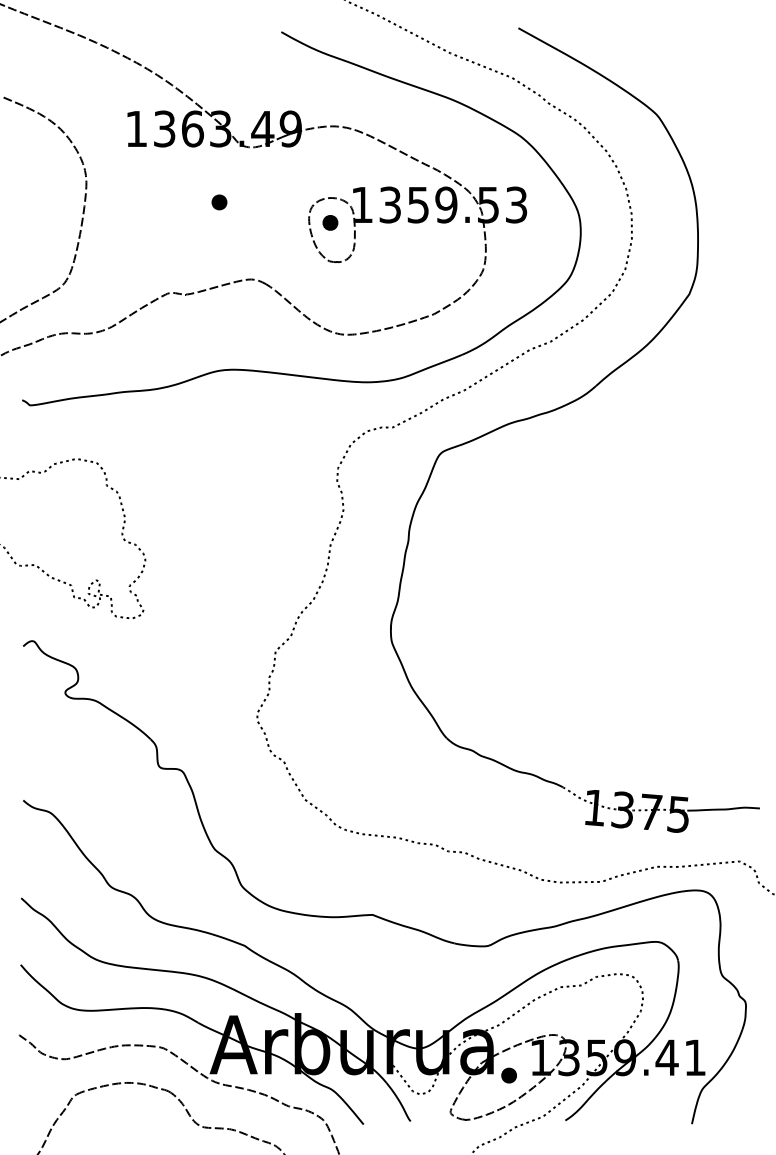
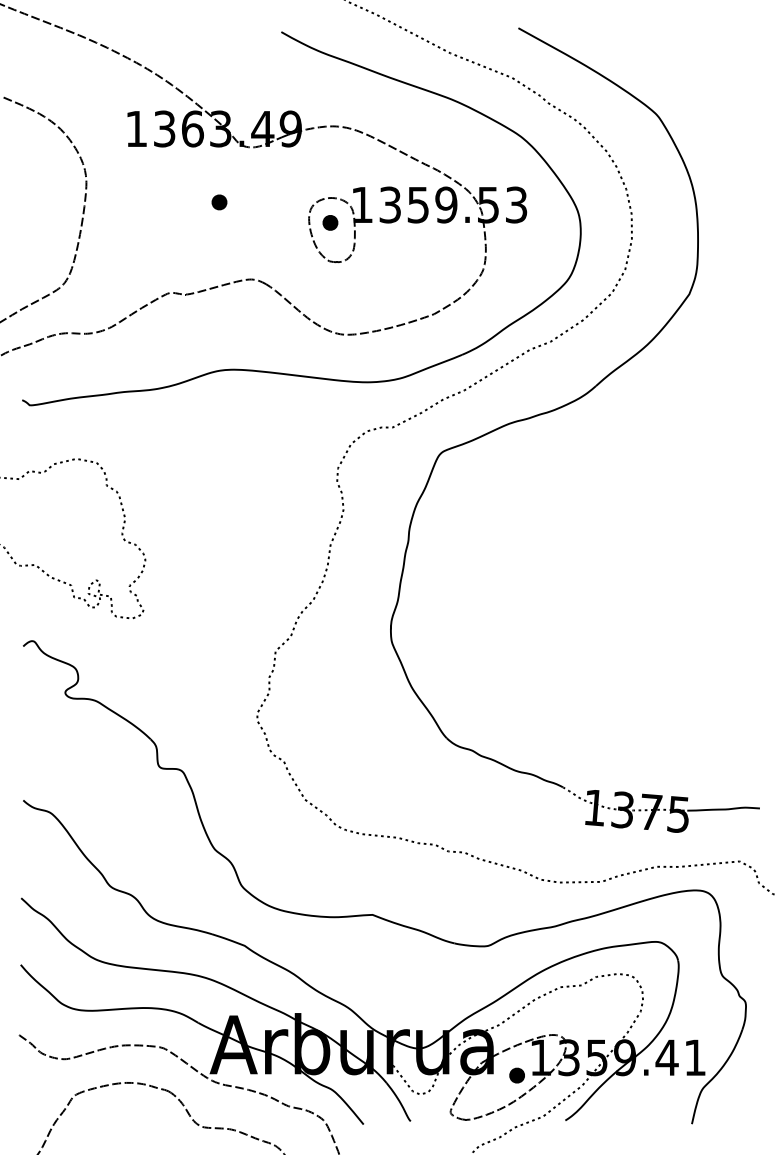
part at (508, 1075) position: (508, 1075) -> (516, 1075)
